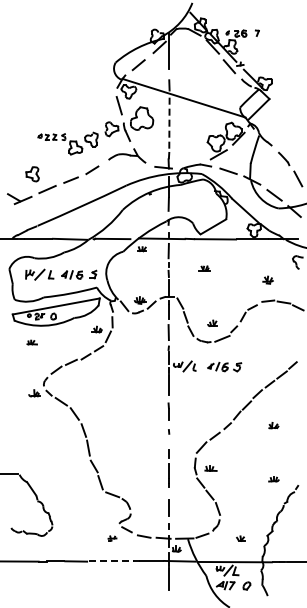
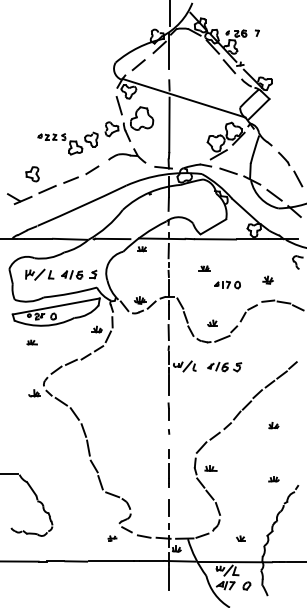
line at (169, 14): none -> present
line at (169, 125): dashed -> solid
part at (227, 284): none -> present
line at (111, 561): dashed -> solid
